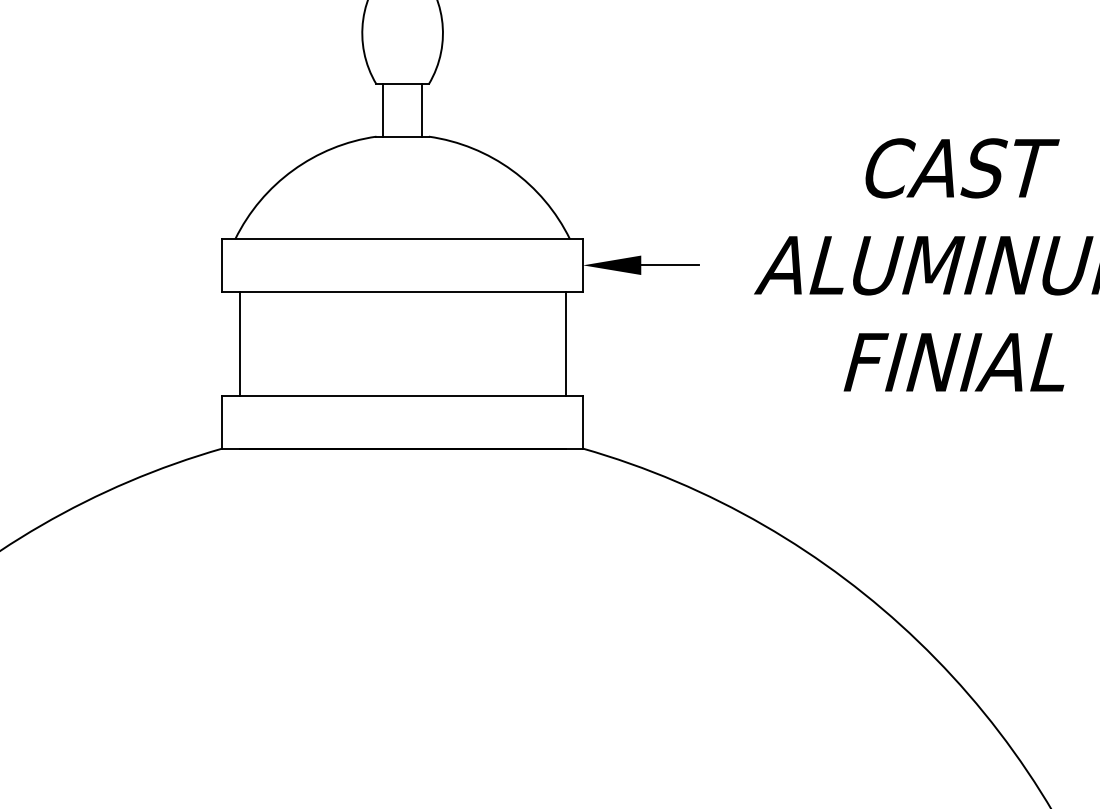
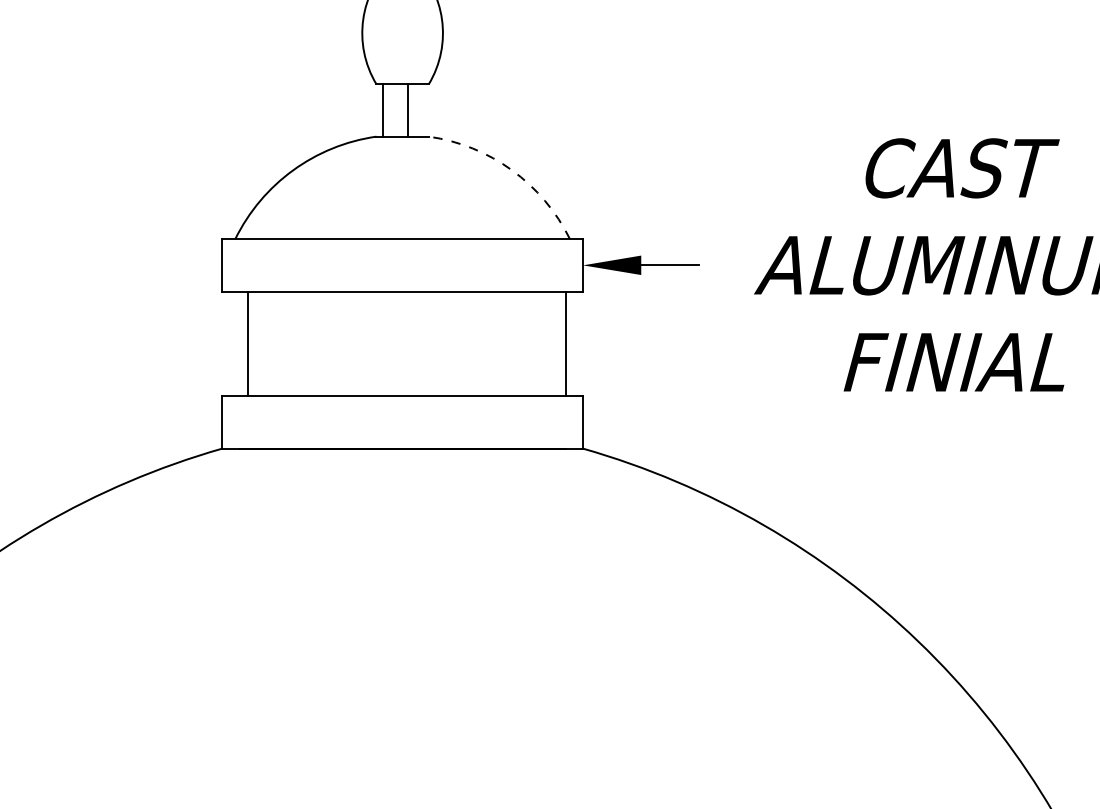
line at (422, 110) position: (422, 110) -> (408, 110)
arc at (512, 170): solid -> dashed
line at (239, 343) position: (239, 343) -> (247, 343)
